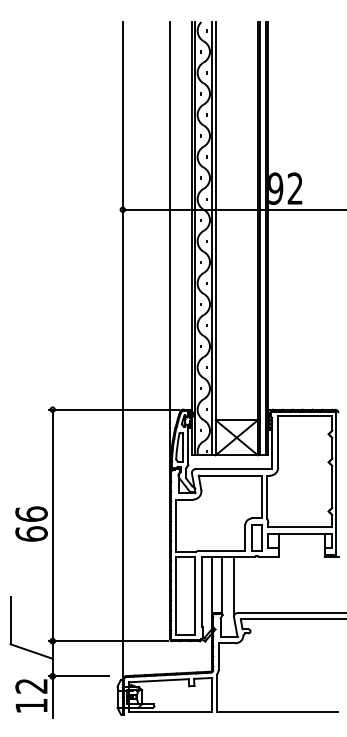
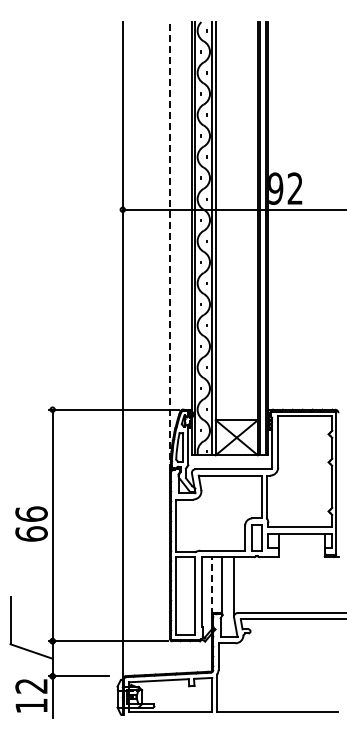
line at (170, 246): solid -> dashed
line at (212, 585): solid -> dashed
